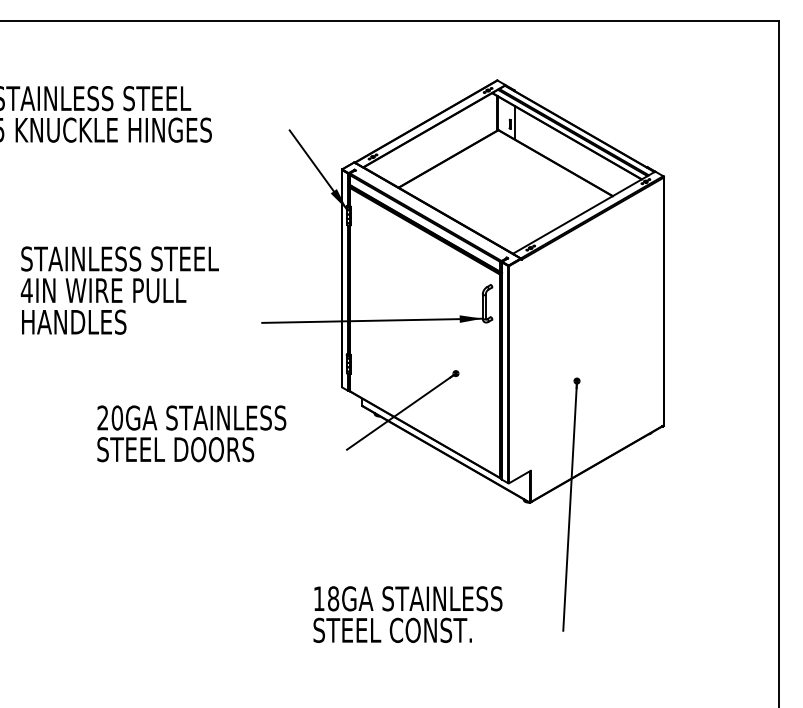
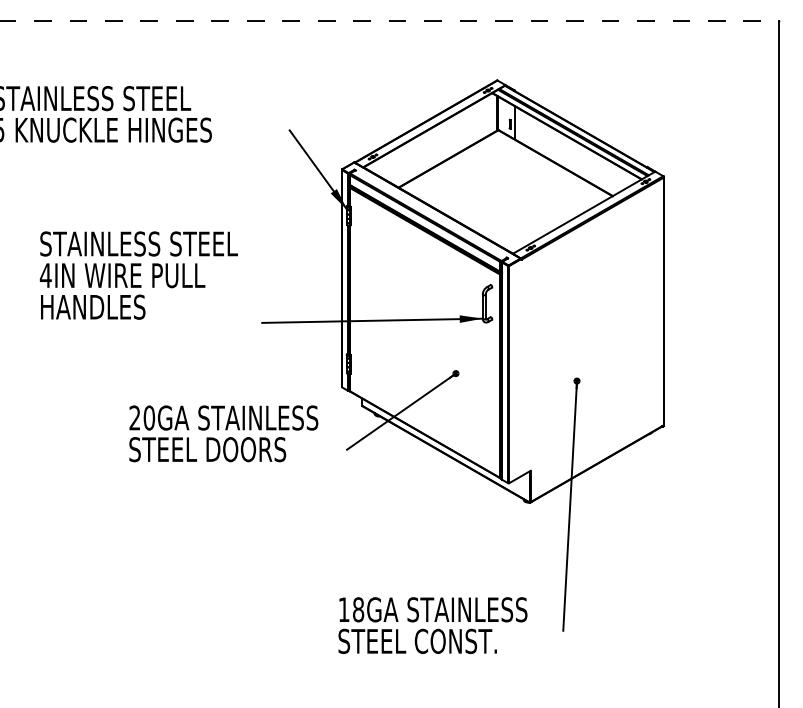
line at (390, 21): solid -> dashed
text at (119, 290) position: (119, 290) -> (138, 275)
text at (191, 433) position: (191, 433) -> (223, 433)
text at (407, 614) position: (407, 614) -> (432, 625)
